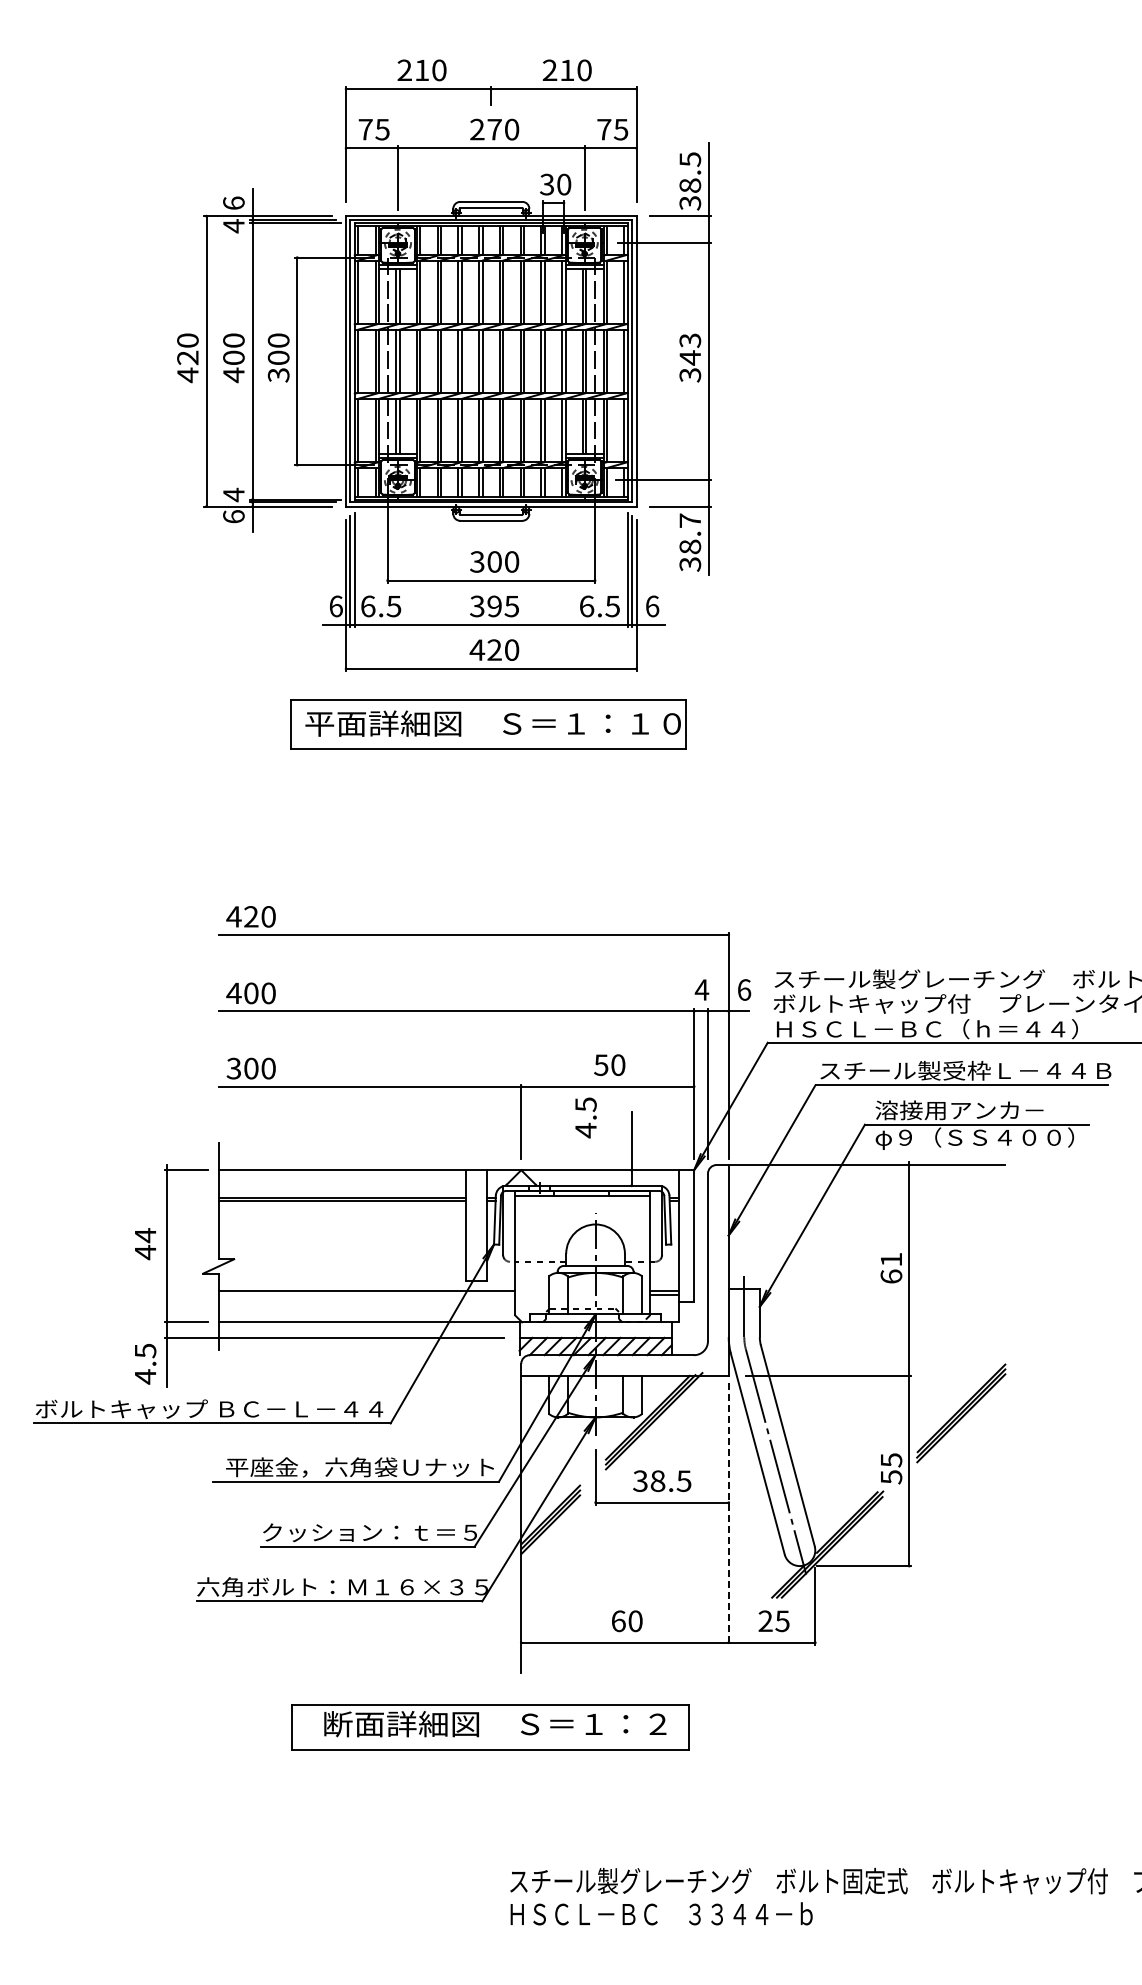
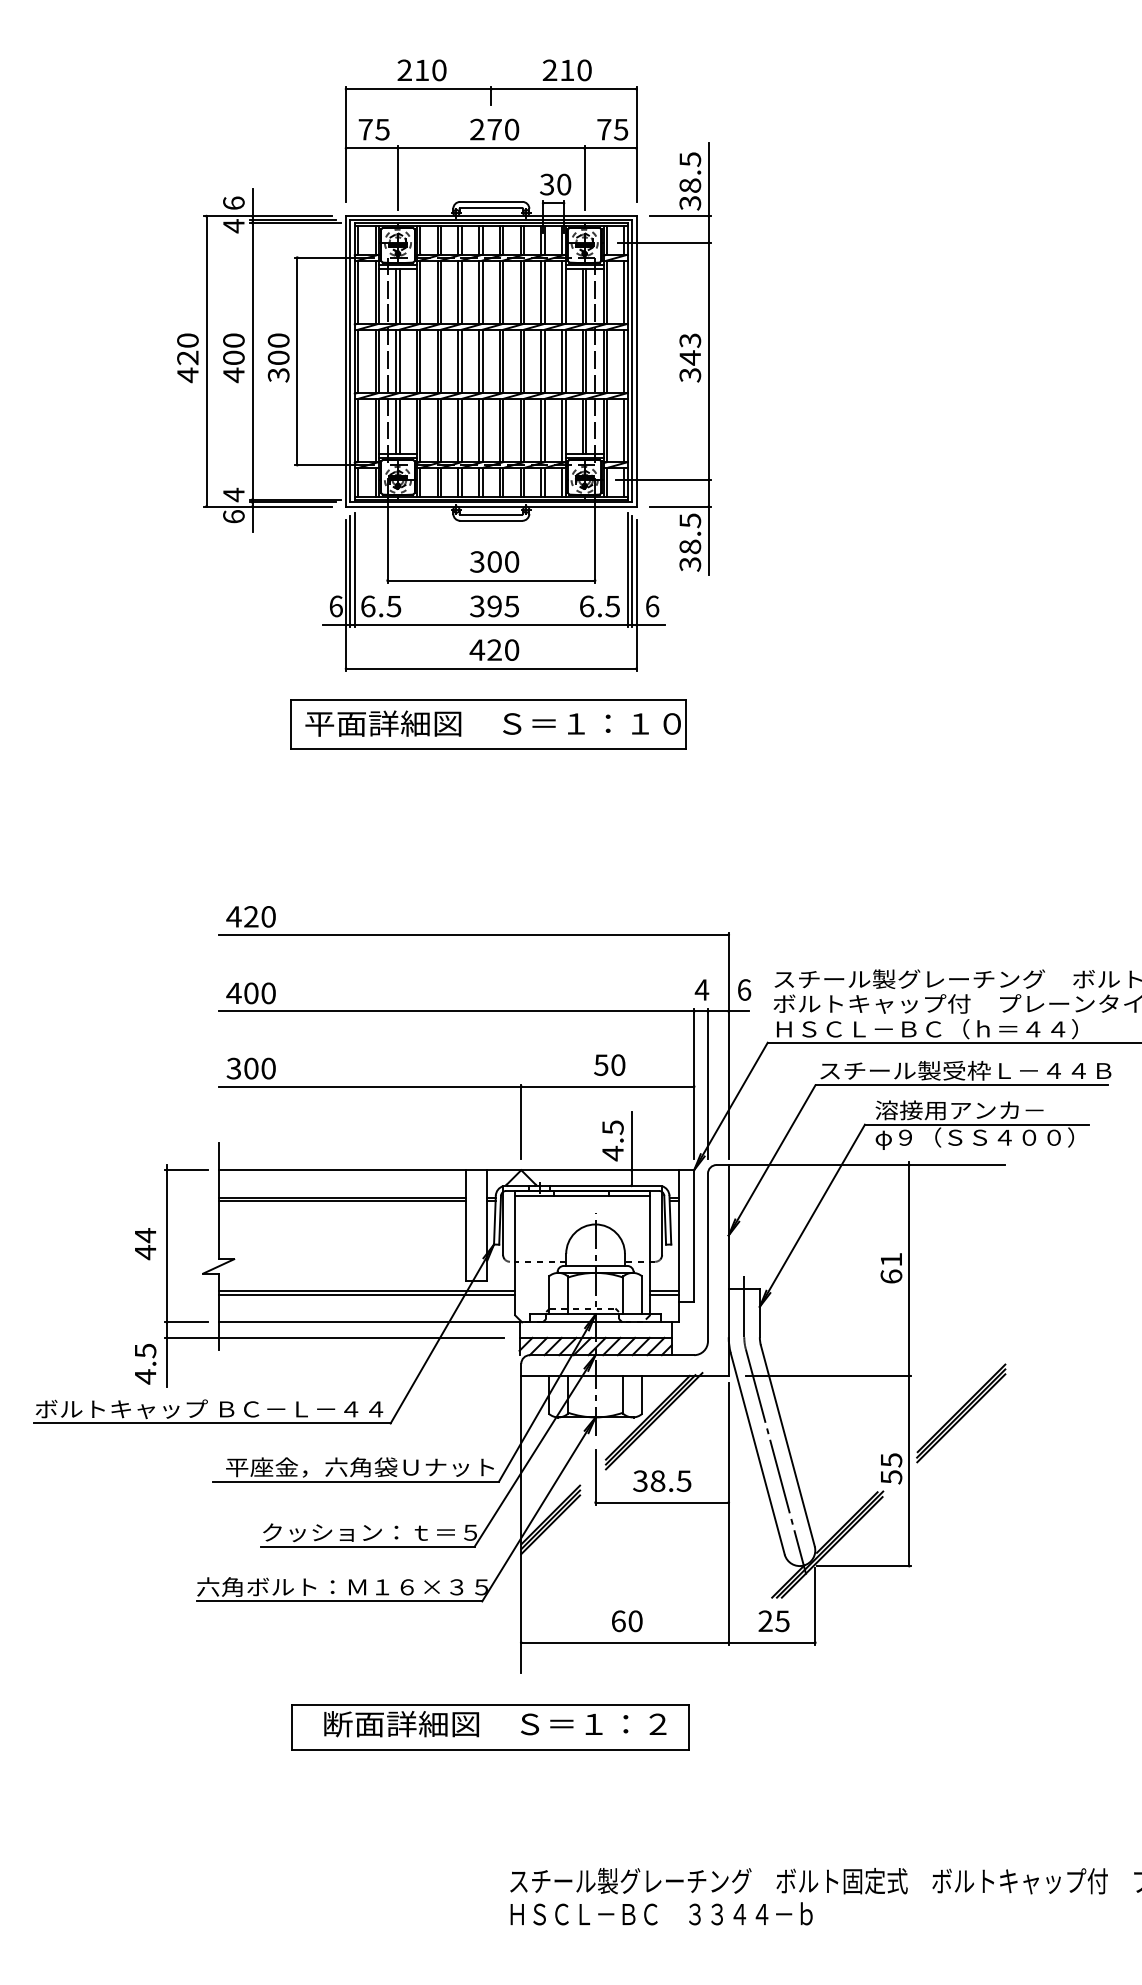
text at (690, 520): 38.7 -> 38.5
text at (585, 1117) position: (585, 1117) -> (612, 1140)
line at (366, 1294): none -> present
line at (728, 1513): dashed -> solid
